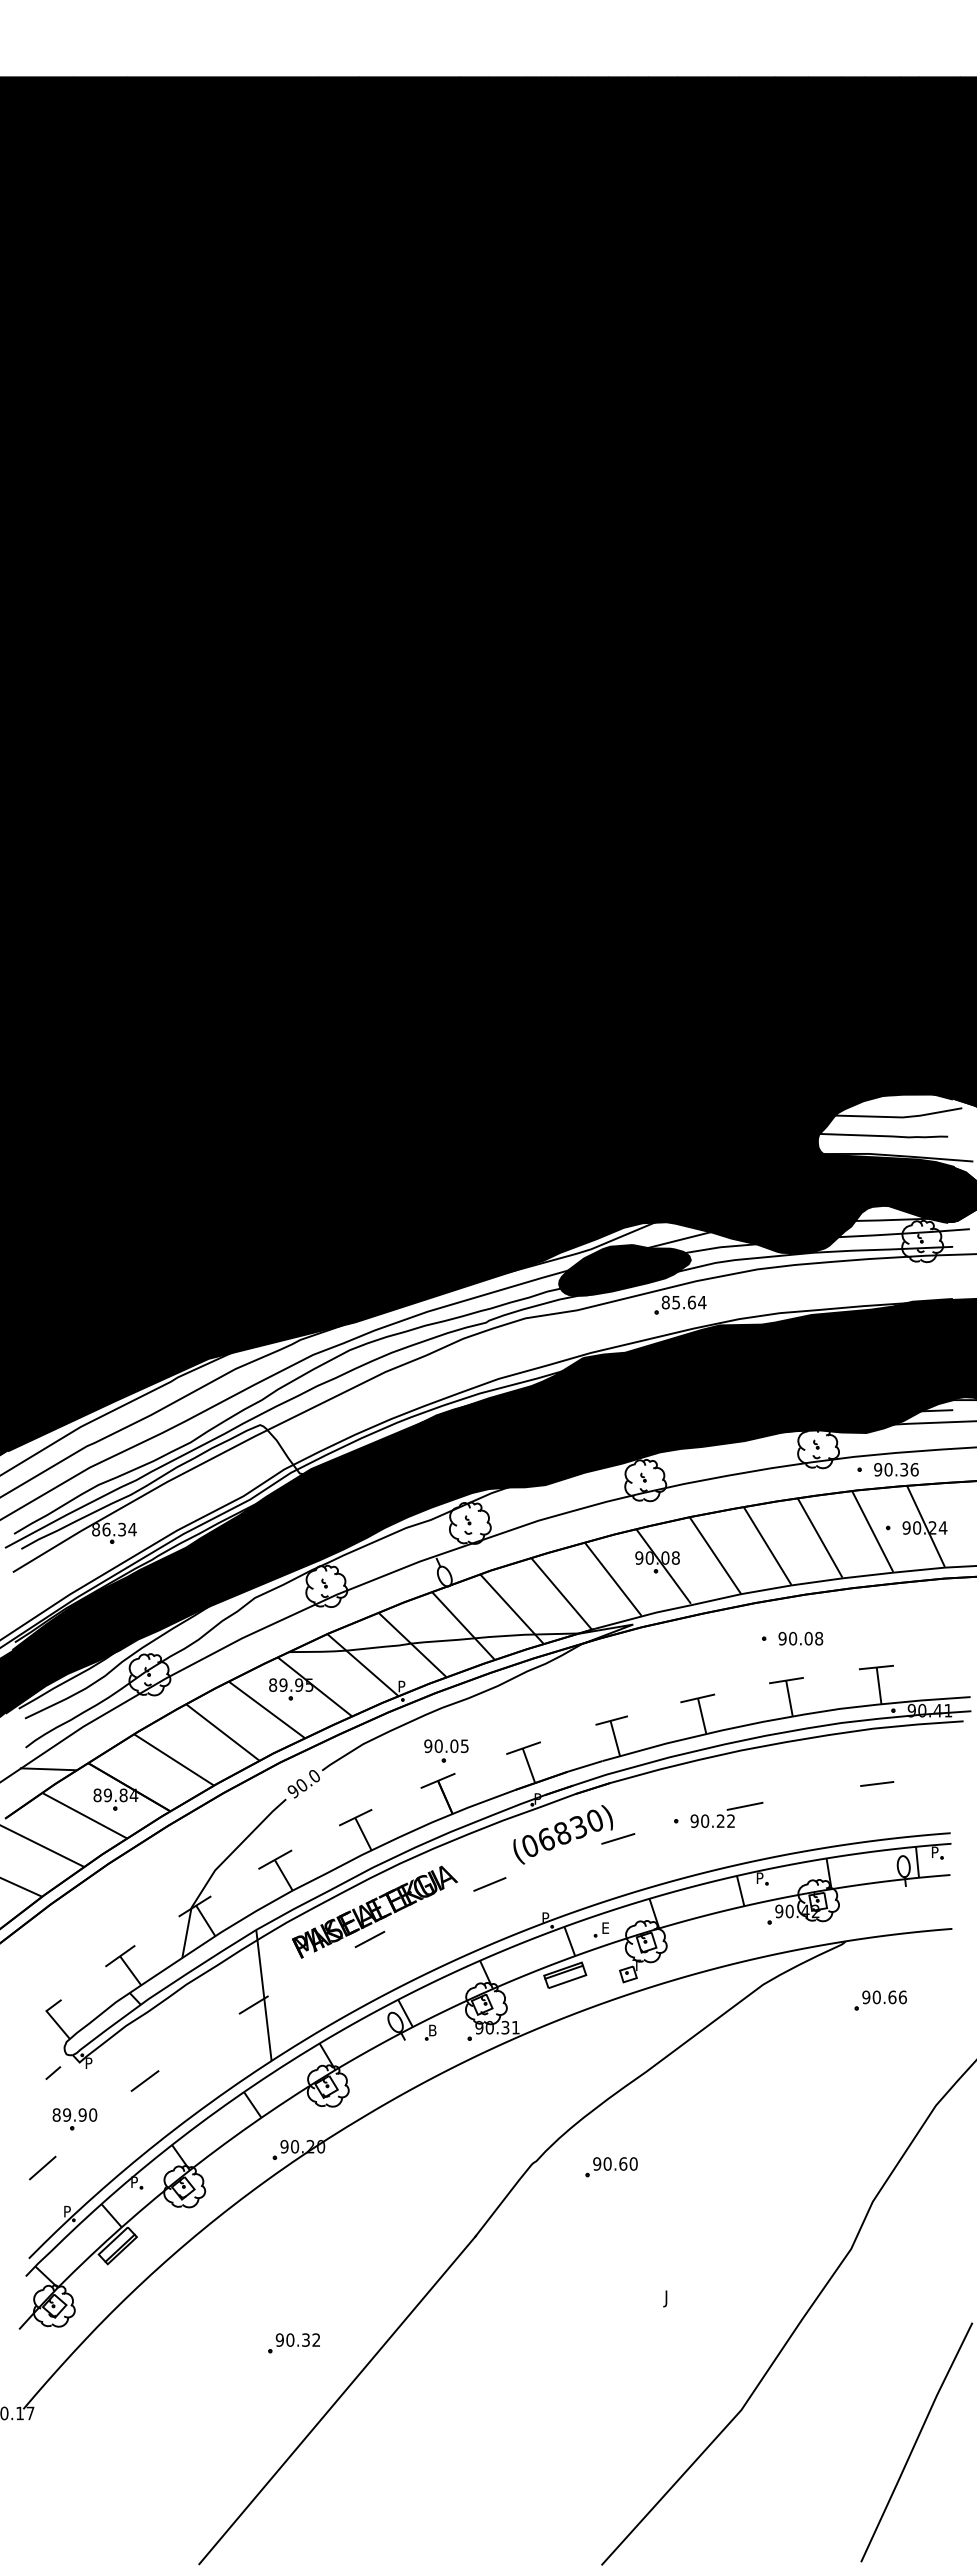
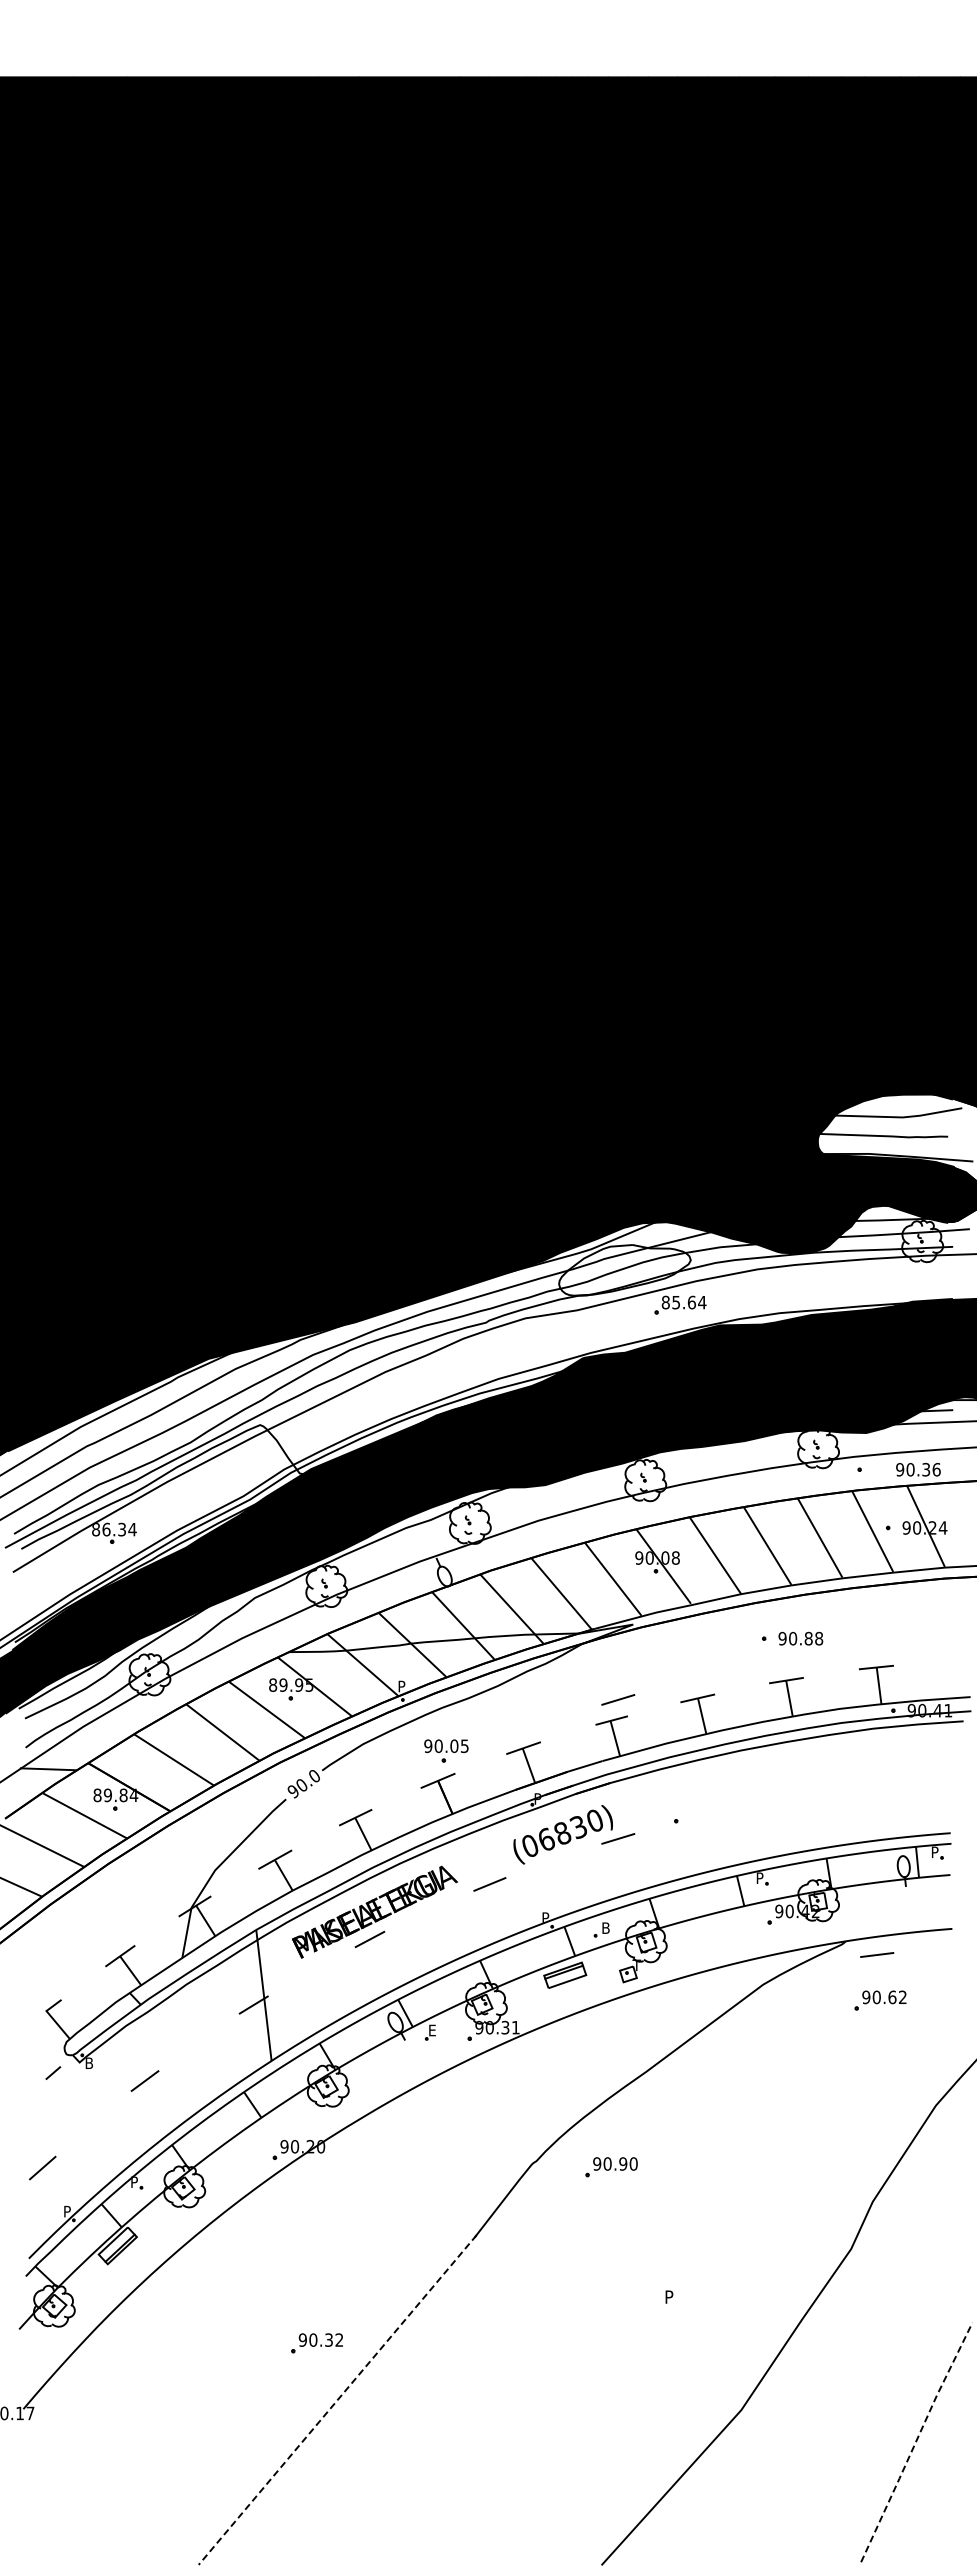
fill at (624, 1270): present -> none
text at (896, 1469) position: (896, 1469) -> (918, 1469)
text at (808, 1638): 90.08 -> 90.88
line at (618, 1699): none -> present
line at (877, 1783) position: (877, 1783) -> (877, 1954)
part at (726, 1814): present -> none
text at (608, 1927): E -> B
text at (902, 1997): 90.66 -> 90.62
text at (434, 2030): B -> E
text at (89, 2062): P -> B
part at (74, 2119): present -> none
text at (623, 2163): 90.60 -> 90.90
text at (668, 2298): J -> P
part at (293, 2343) position: (293, 2343) -> (316, 2343)
line at (337, 2400): solid -> dashed
line at (916, 2441): solid -> dashed
